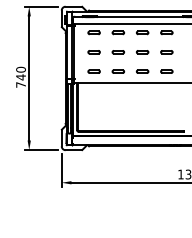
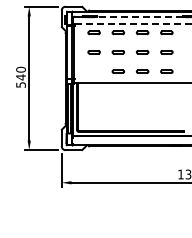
line at (139, 16): solid -> dashed
line at (133, 23): solid -> dashed
part at (93, 71): present -> none
text at (20, 84): 740 -> 540
